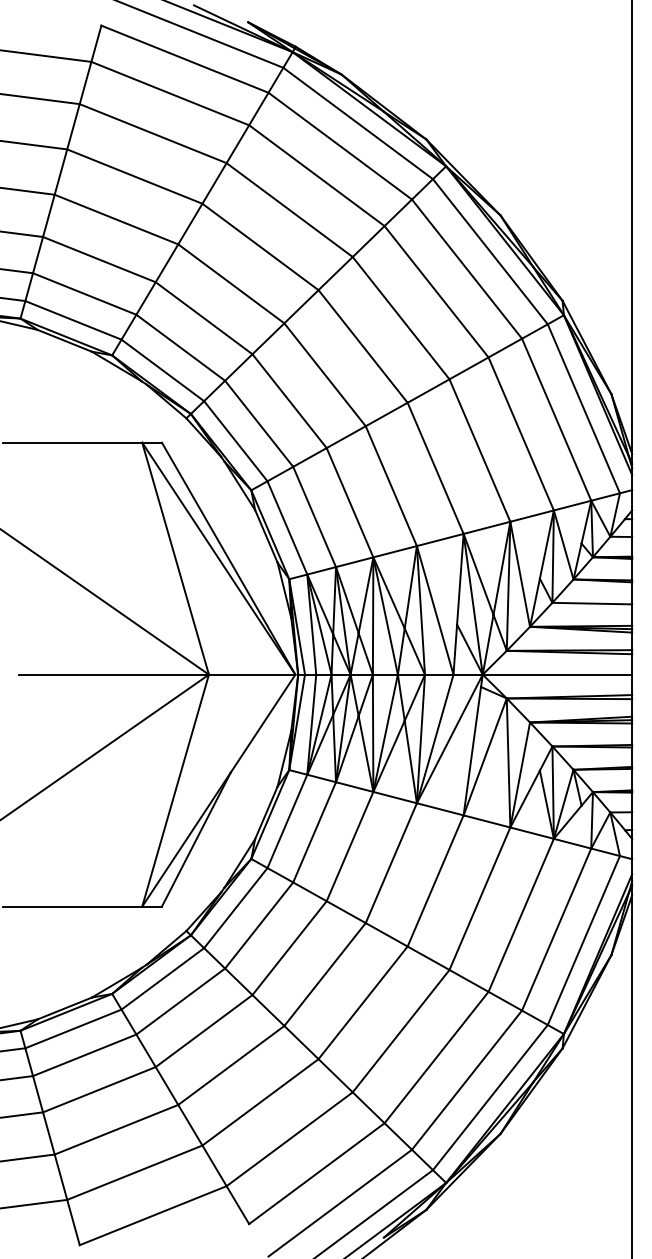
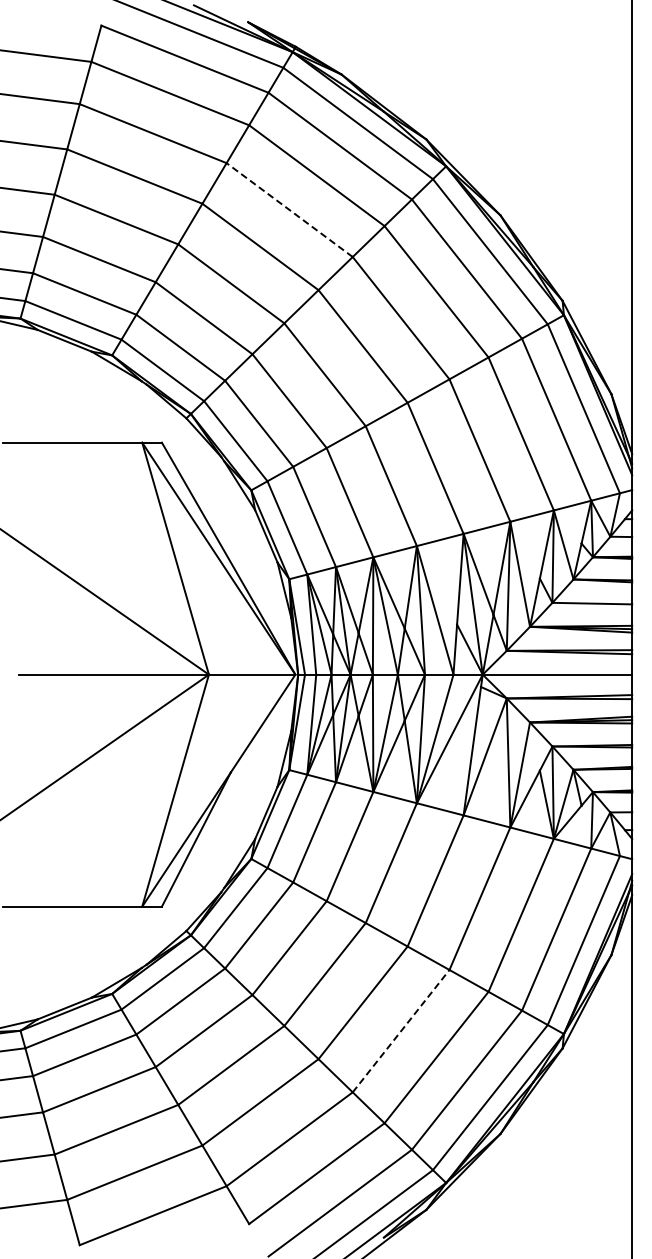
line at (289, 210): solid -> dashed
line at (401, 1031): solid -> dashed
